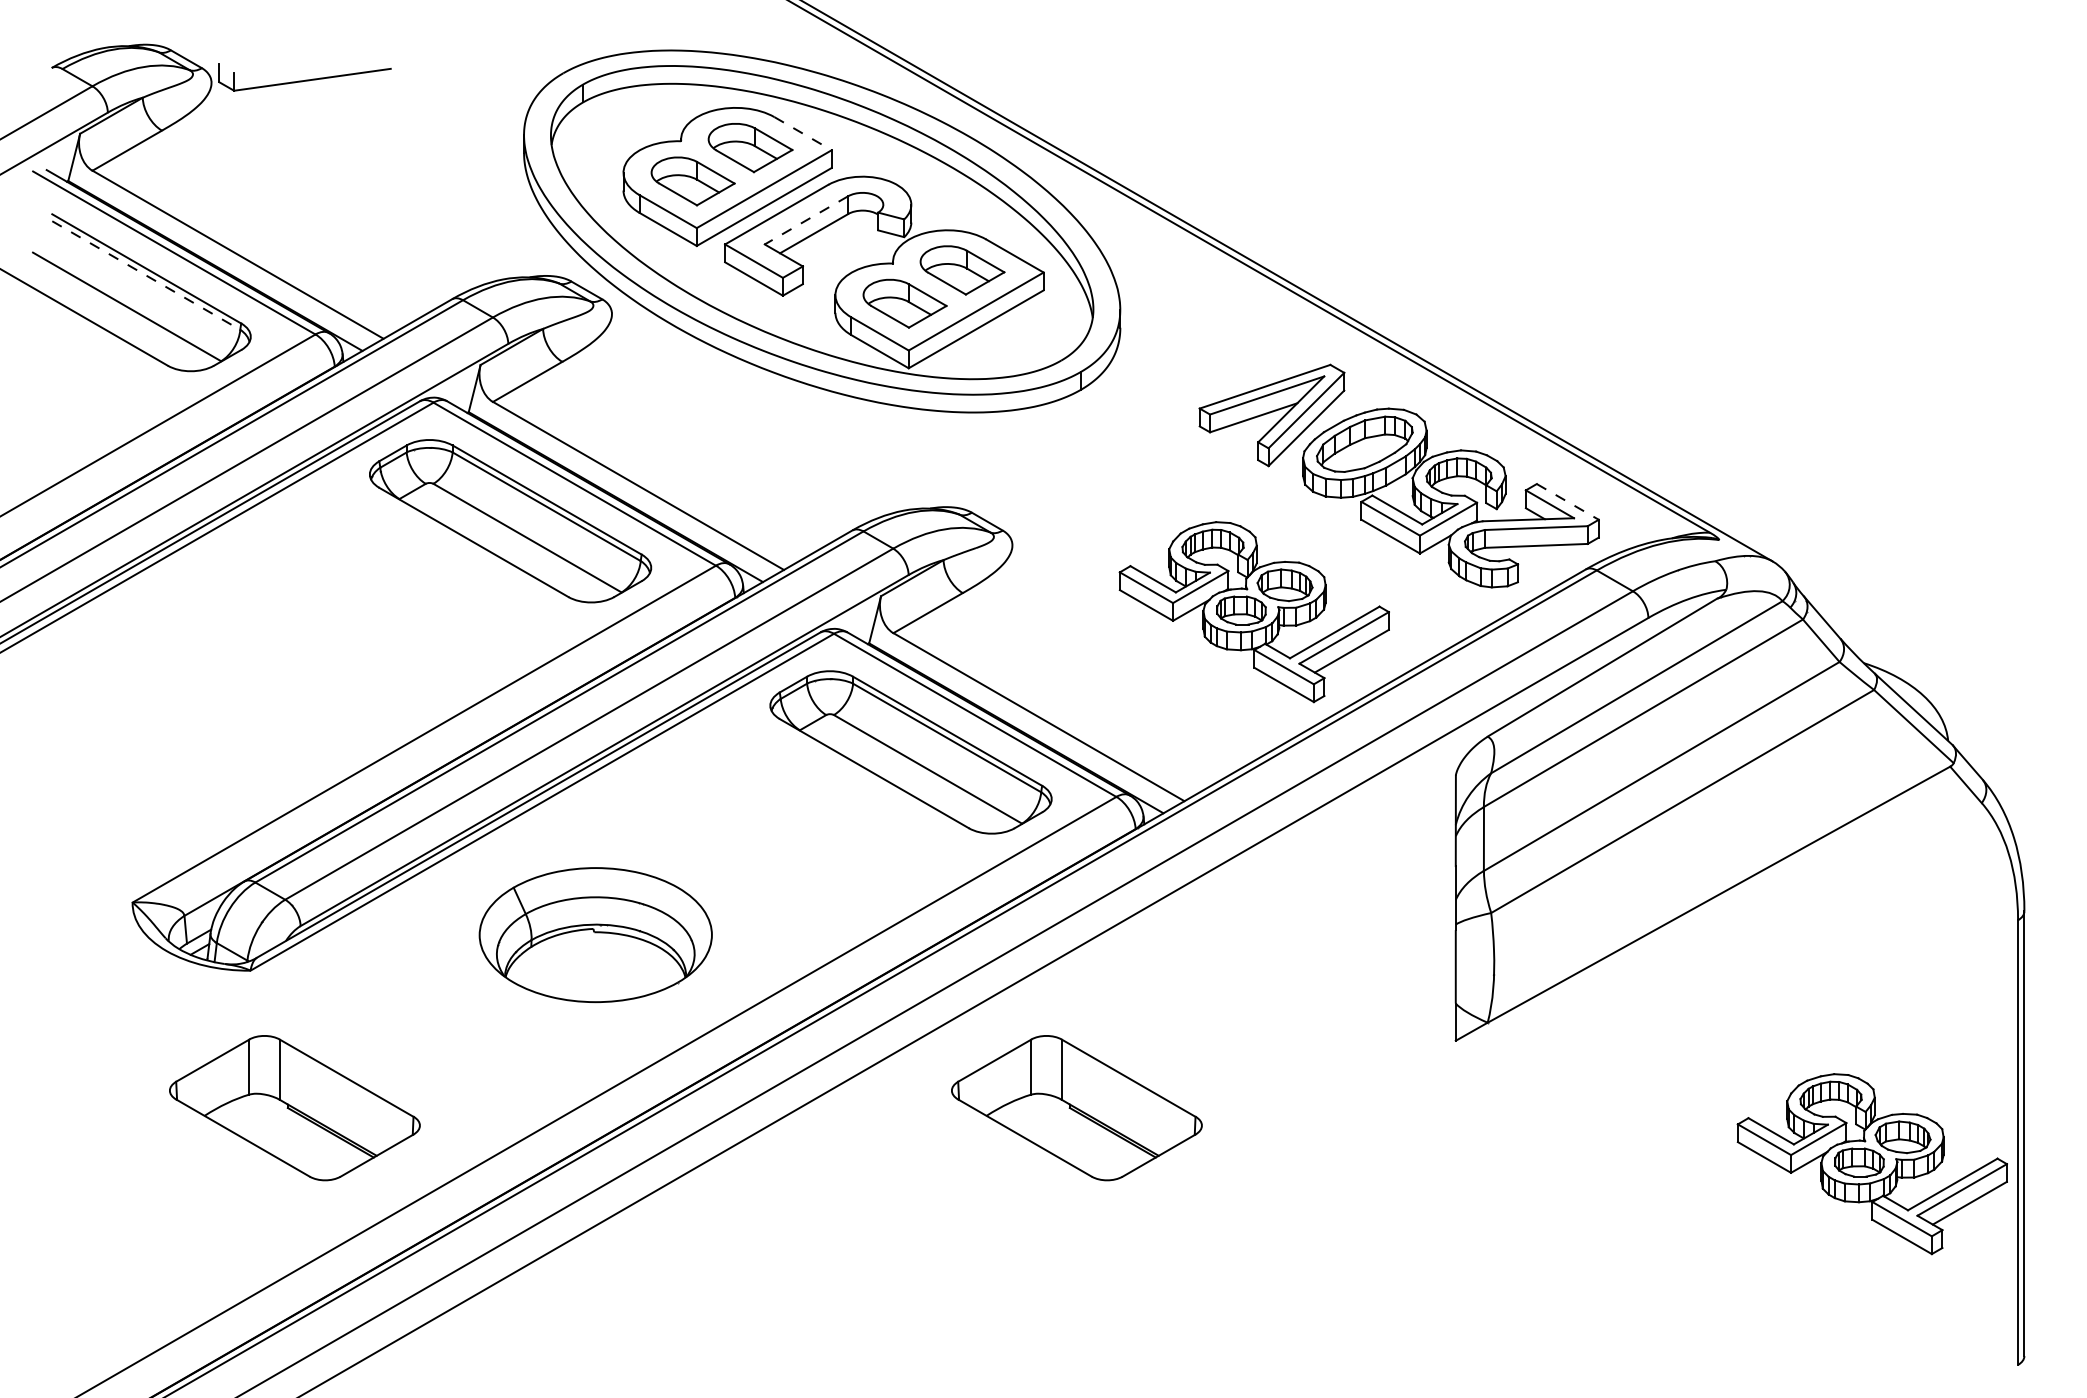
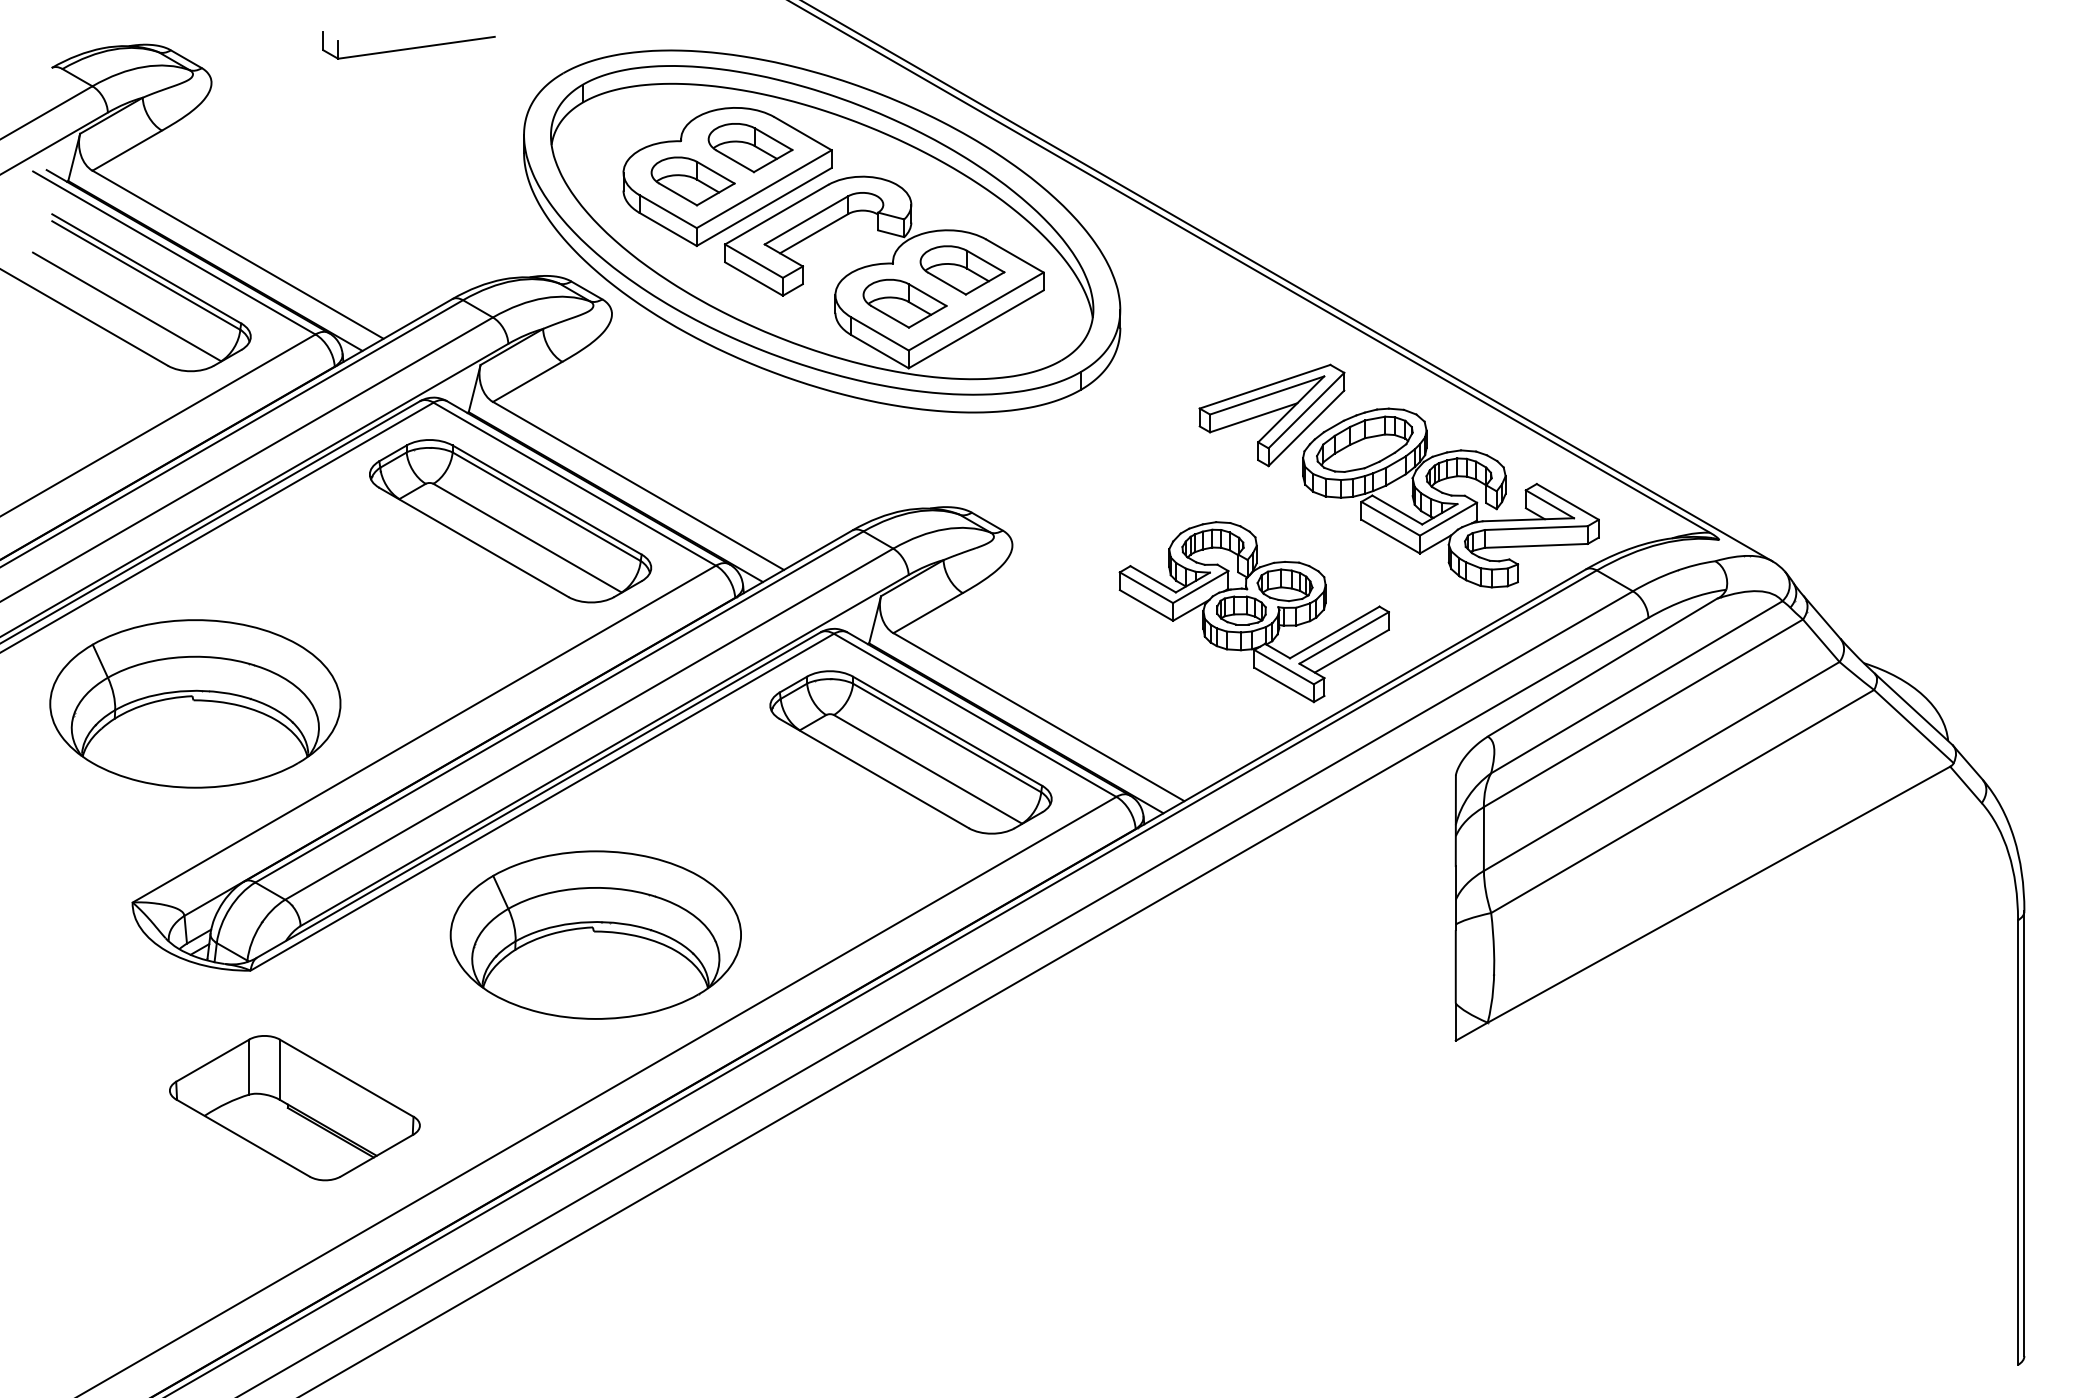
part at (304, 77) position: (304, 77) -> (408, 45)
line at (803, 133): dashed -> solid
line at (805, 220): dashed -> solid
line at (146, 275): dashed -> solid
line at (1567, 501): dashed -> solid
part at (195, 703): none -> present
part at (595, 935) size: 235x137 px -> 293x170 px
part at (1076, 1108): present -> none
part at (1871, 1164): present -> none
